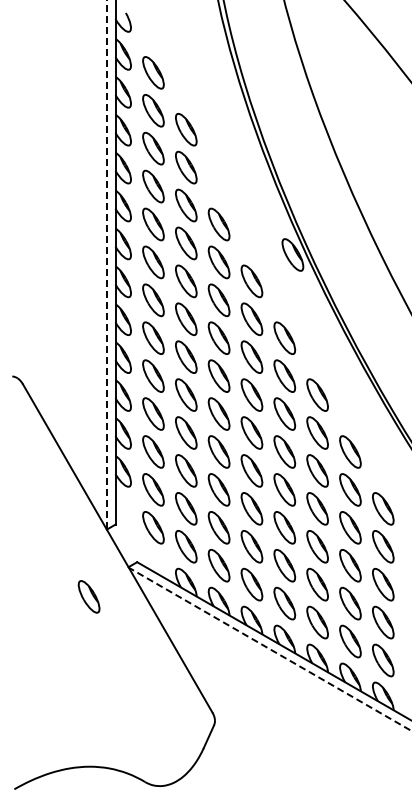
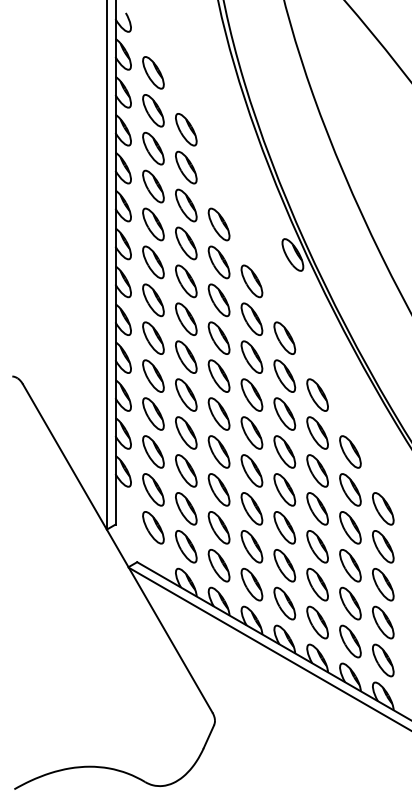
line at (106, 264): dashed -> solid
part at (88, 596): present -> none
line at (270, 649): dashed -> solid
